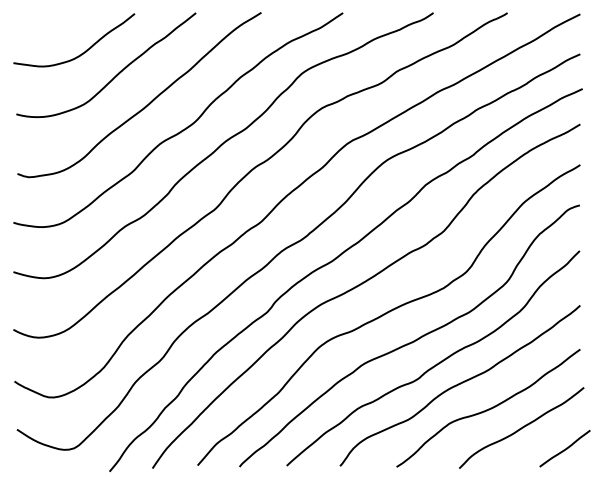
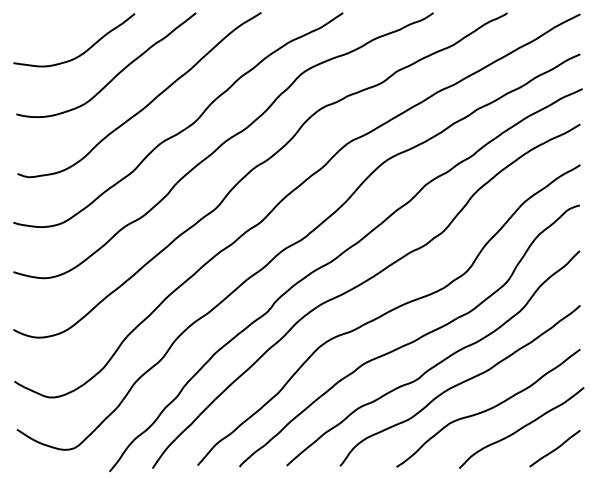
curve at (565, 448) position: (565, 448) -> (555, 448)
